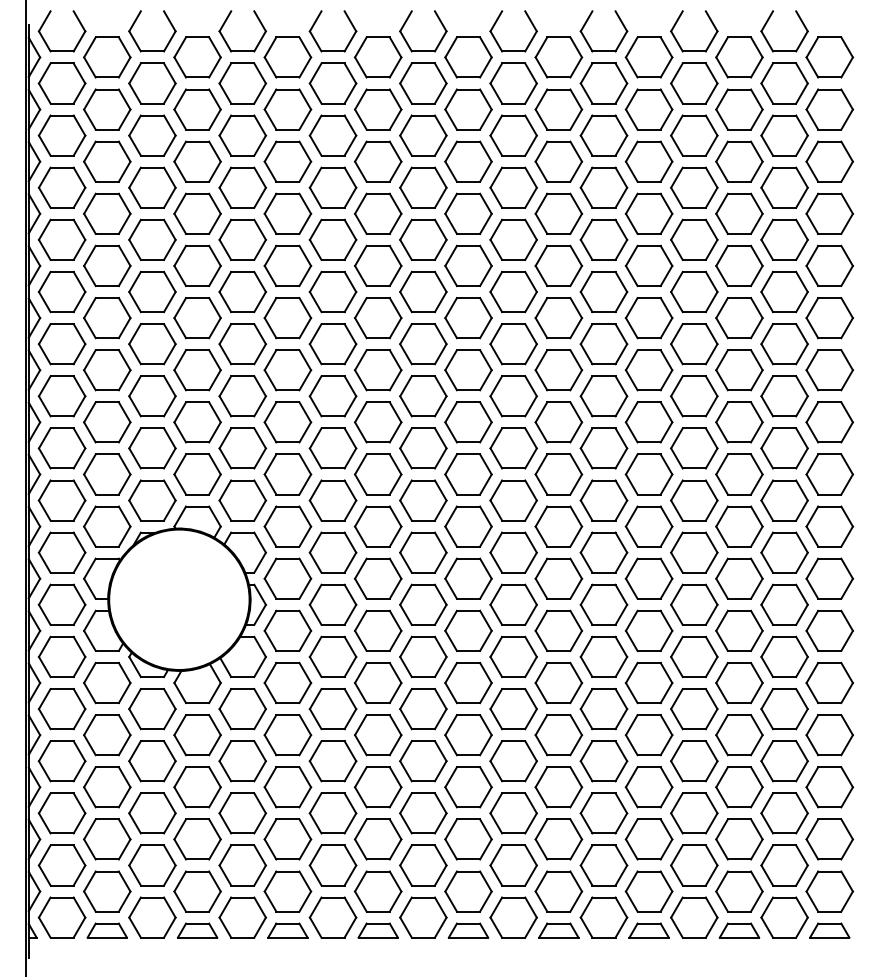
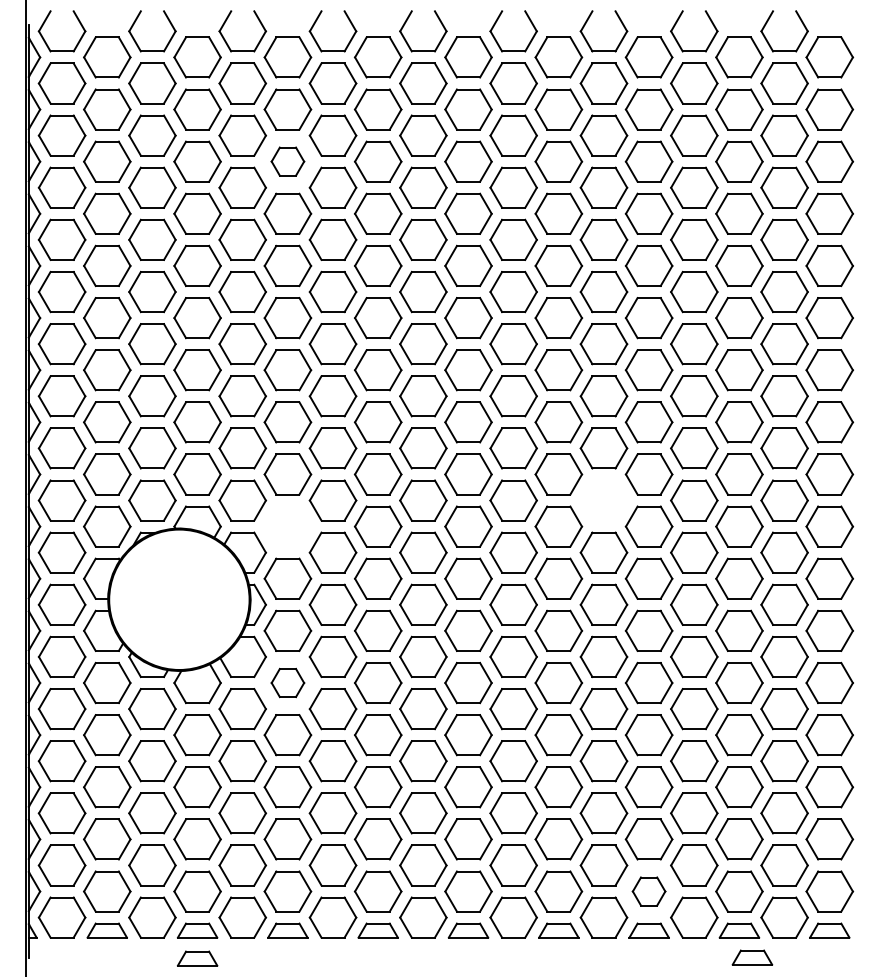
part at (287, 161) size: 50x43 px -> 36x31 px
part at (603, 500): present -> none
part at (287, 526): present -> none
part at (287, 682) size: 50x44 px -> 36x32 px
part at (648, 891) size: 50x43 px -> 36x31 px
part at (752, 957): none -> present
part at (197, 958): none -> present
